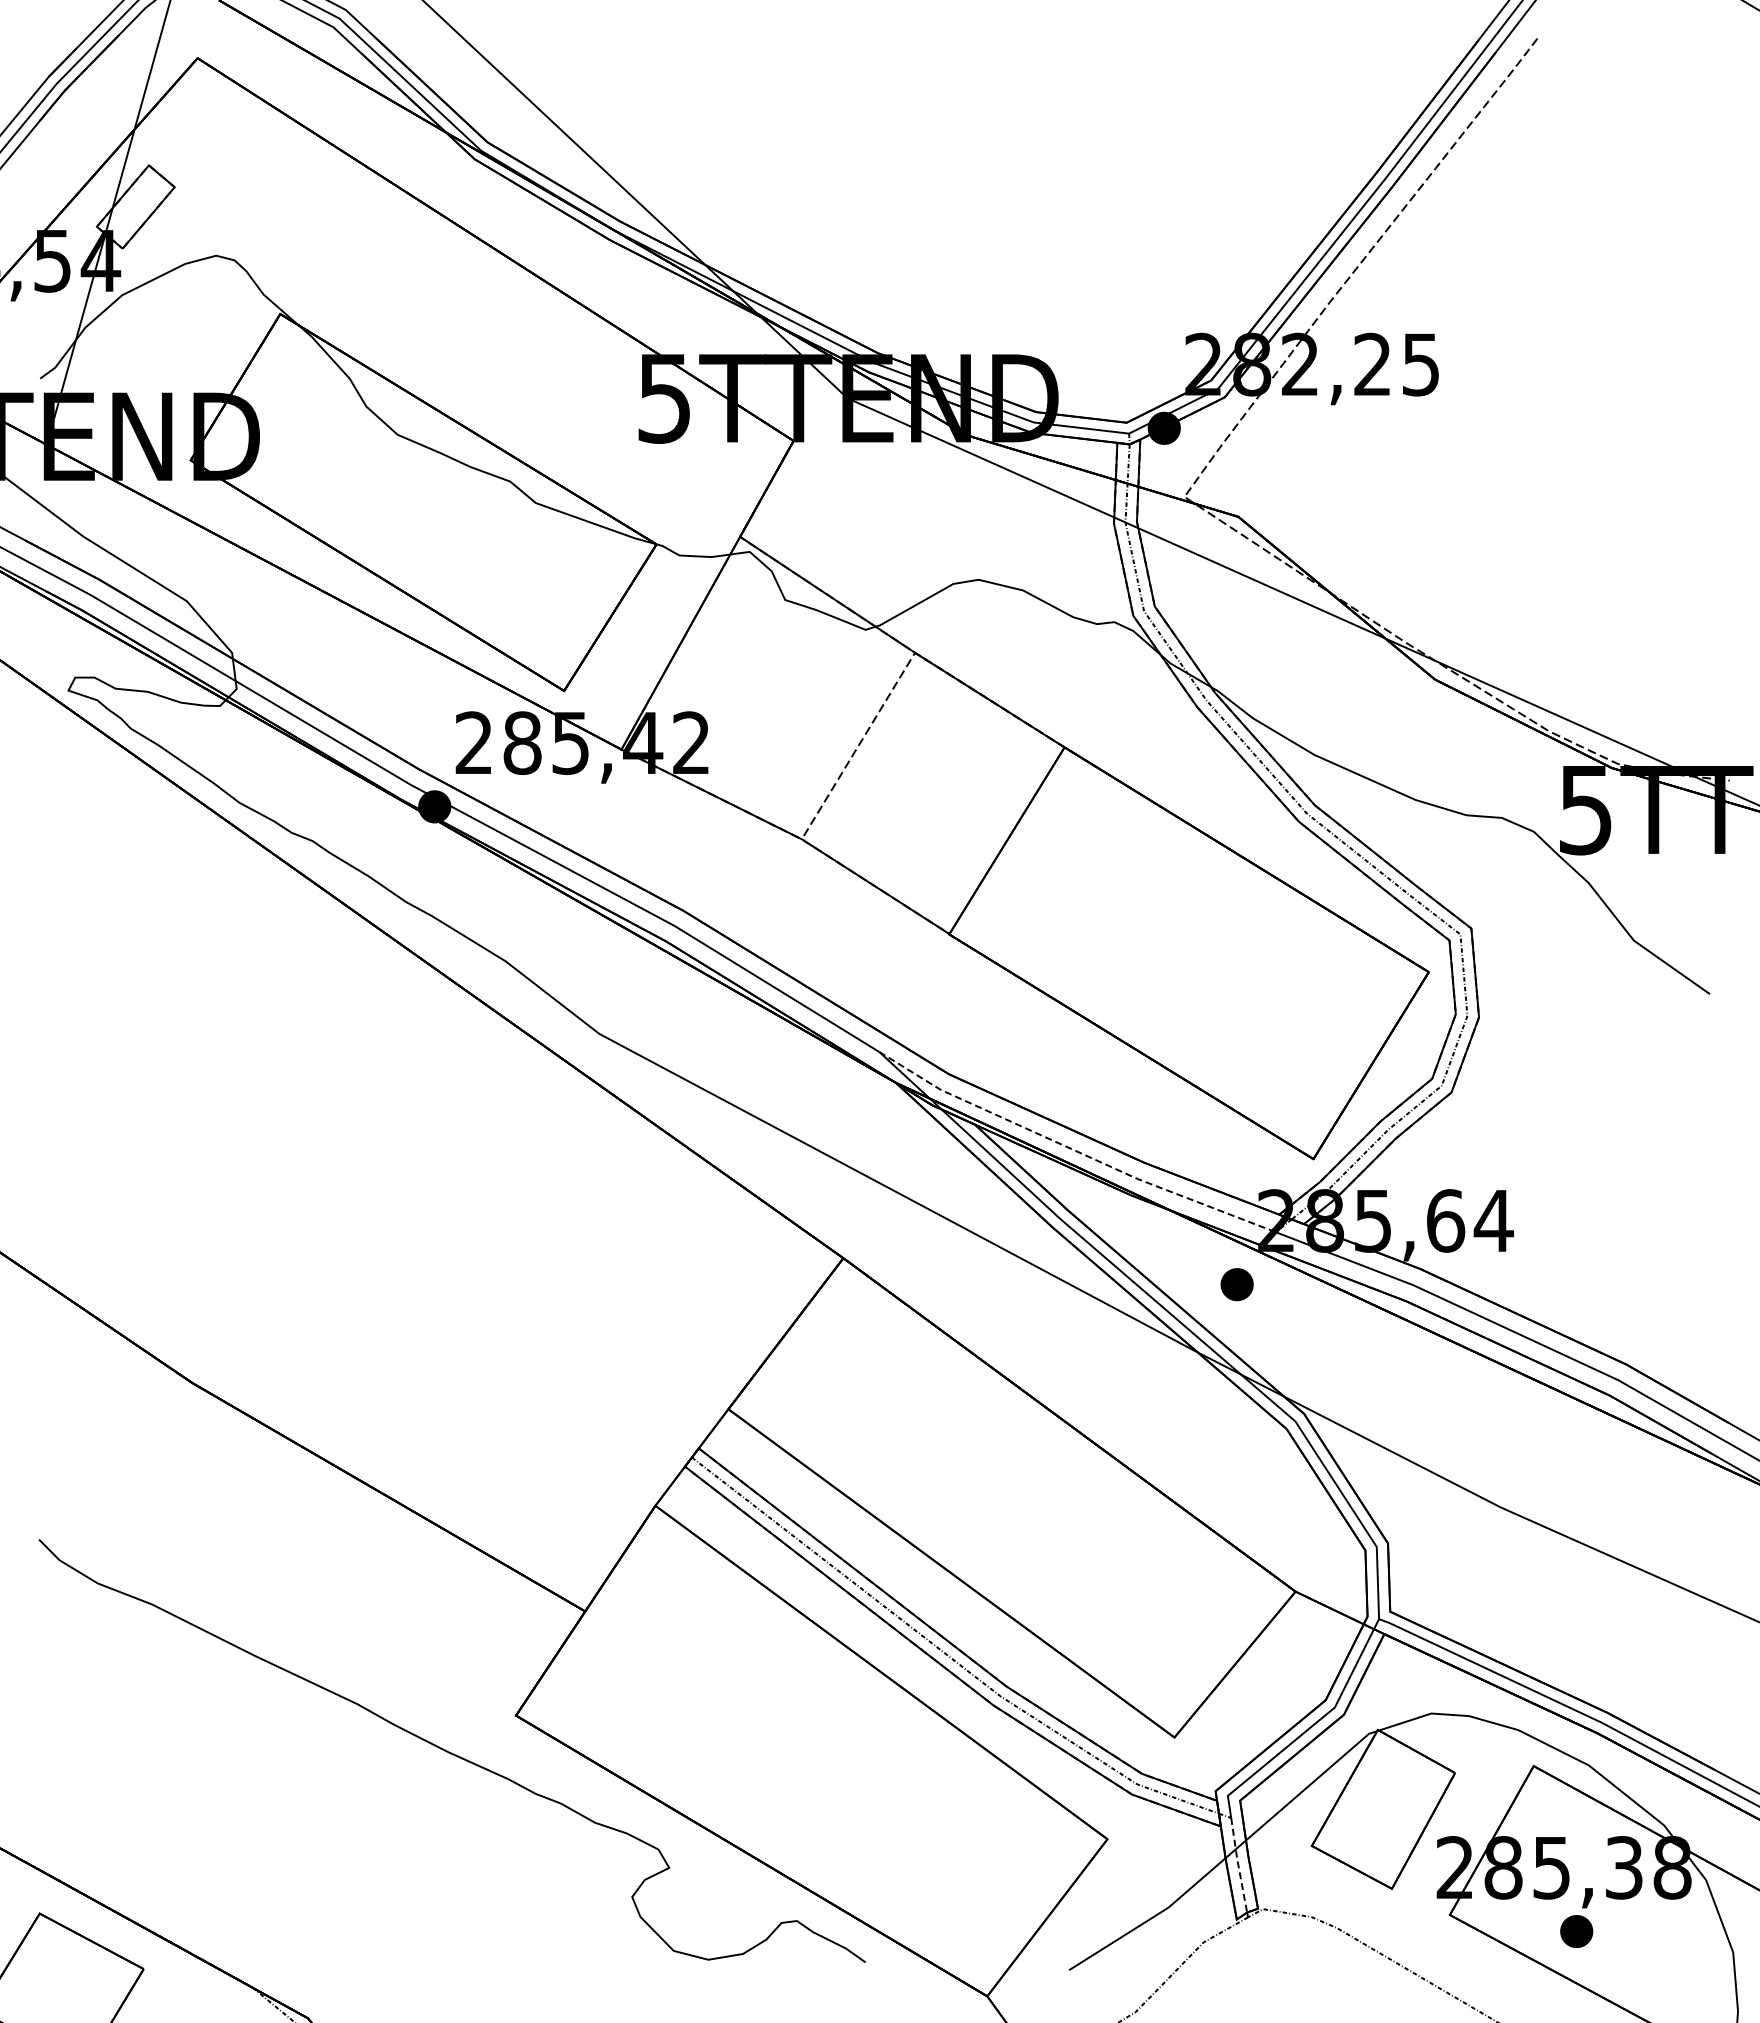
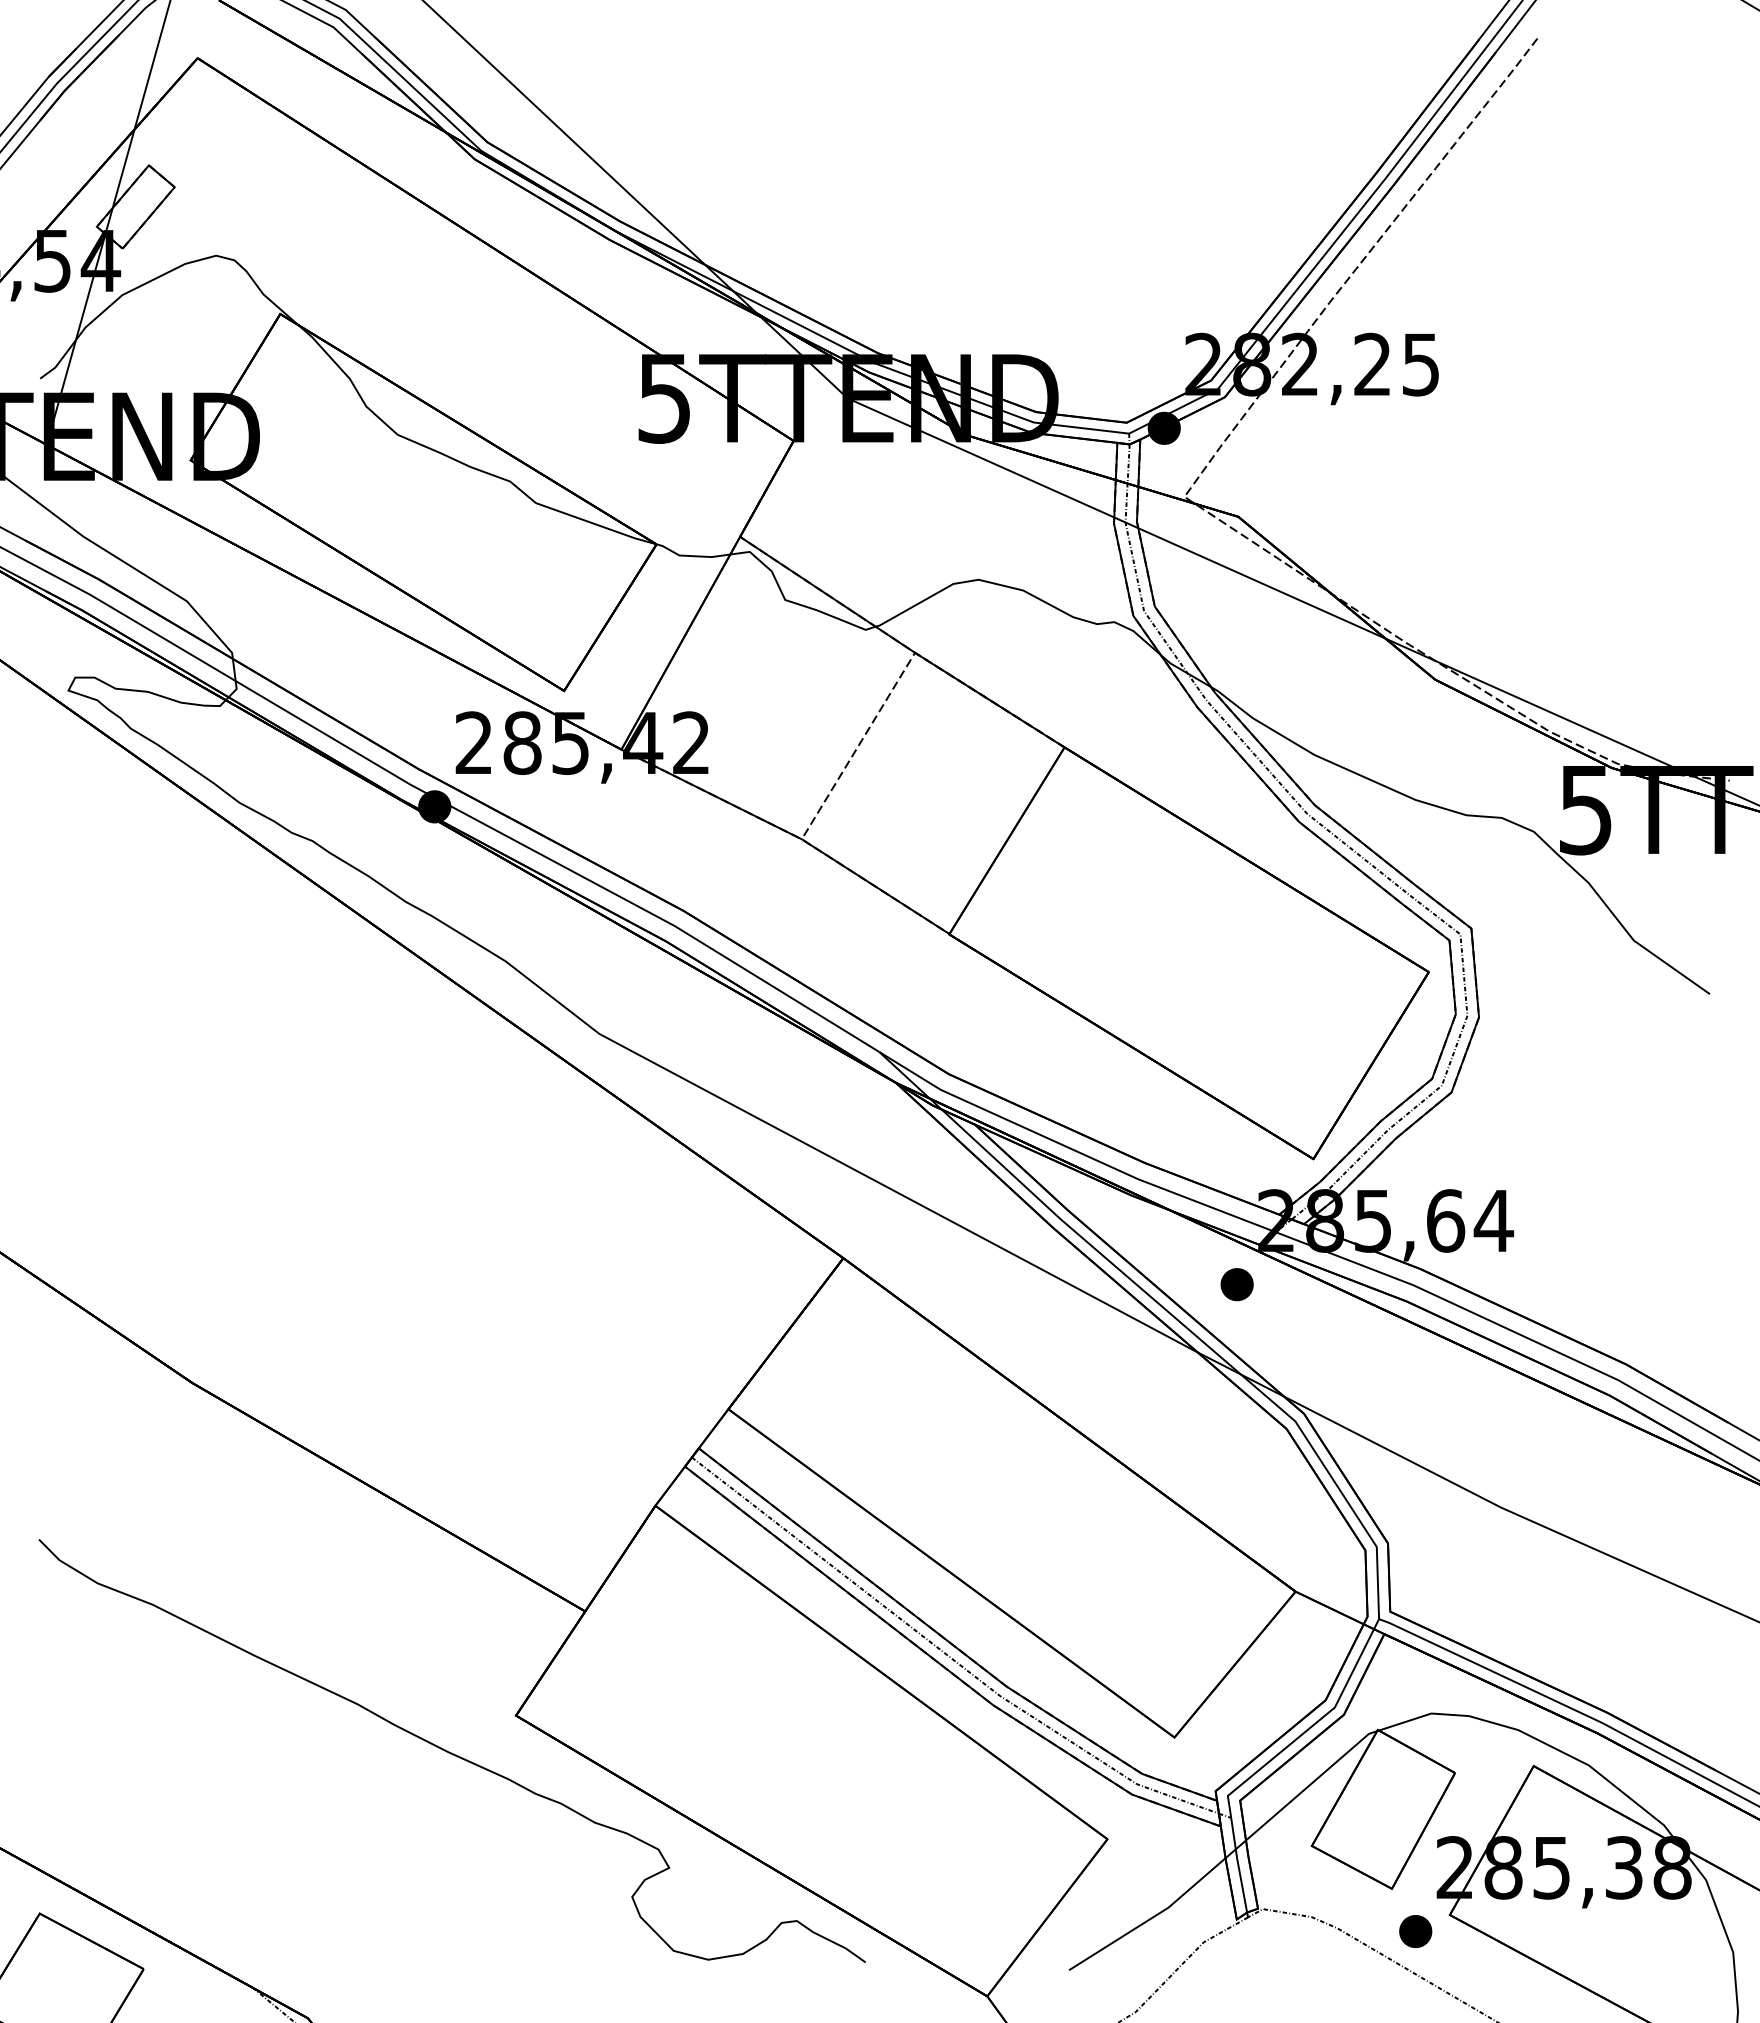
line at (1073, 1149): dashed -> solid
line at (1238, 1864): dashed -> solid
part at (1576, 1931) position: (1576, 1931) -> (1415, 1931)
